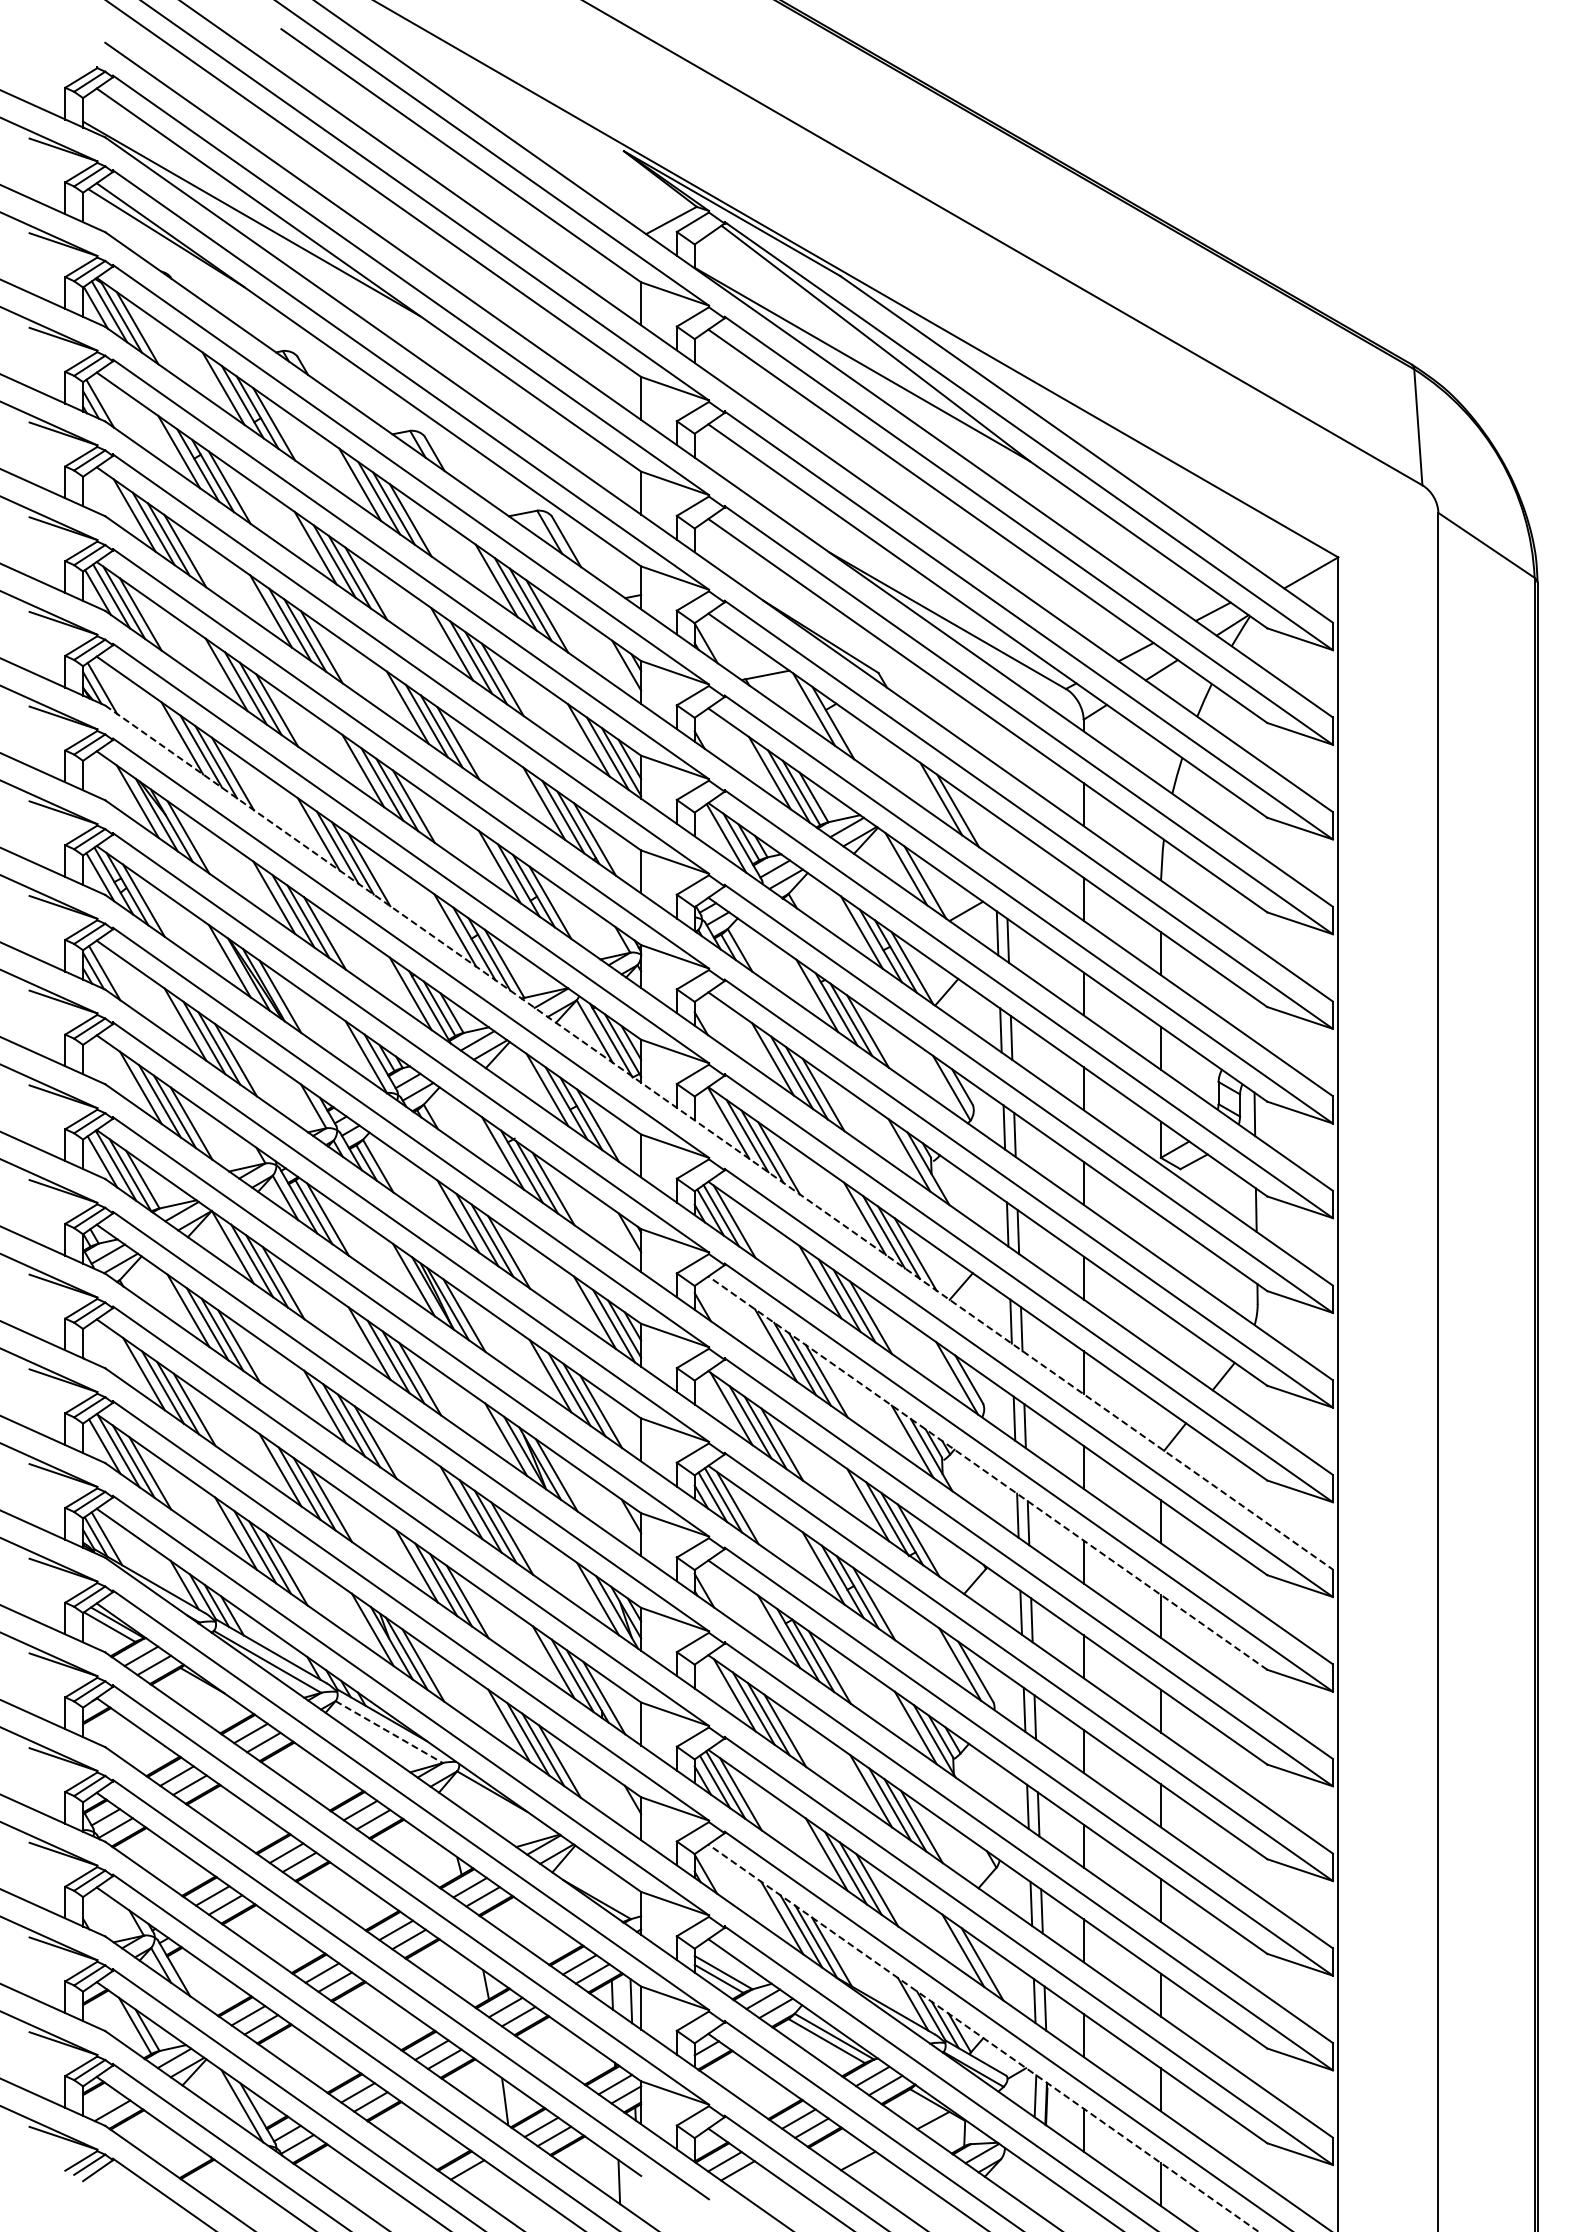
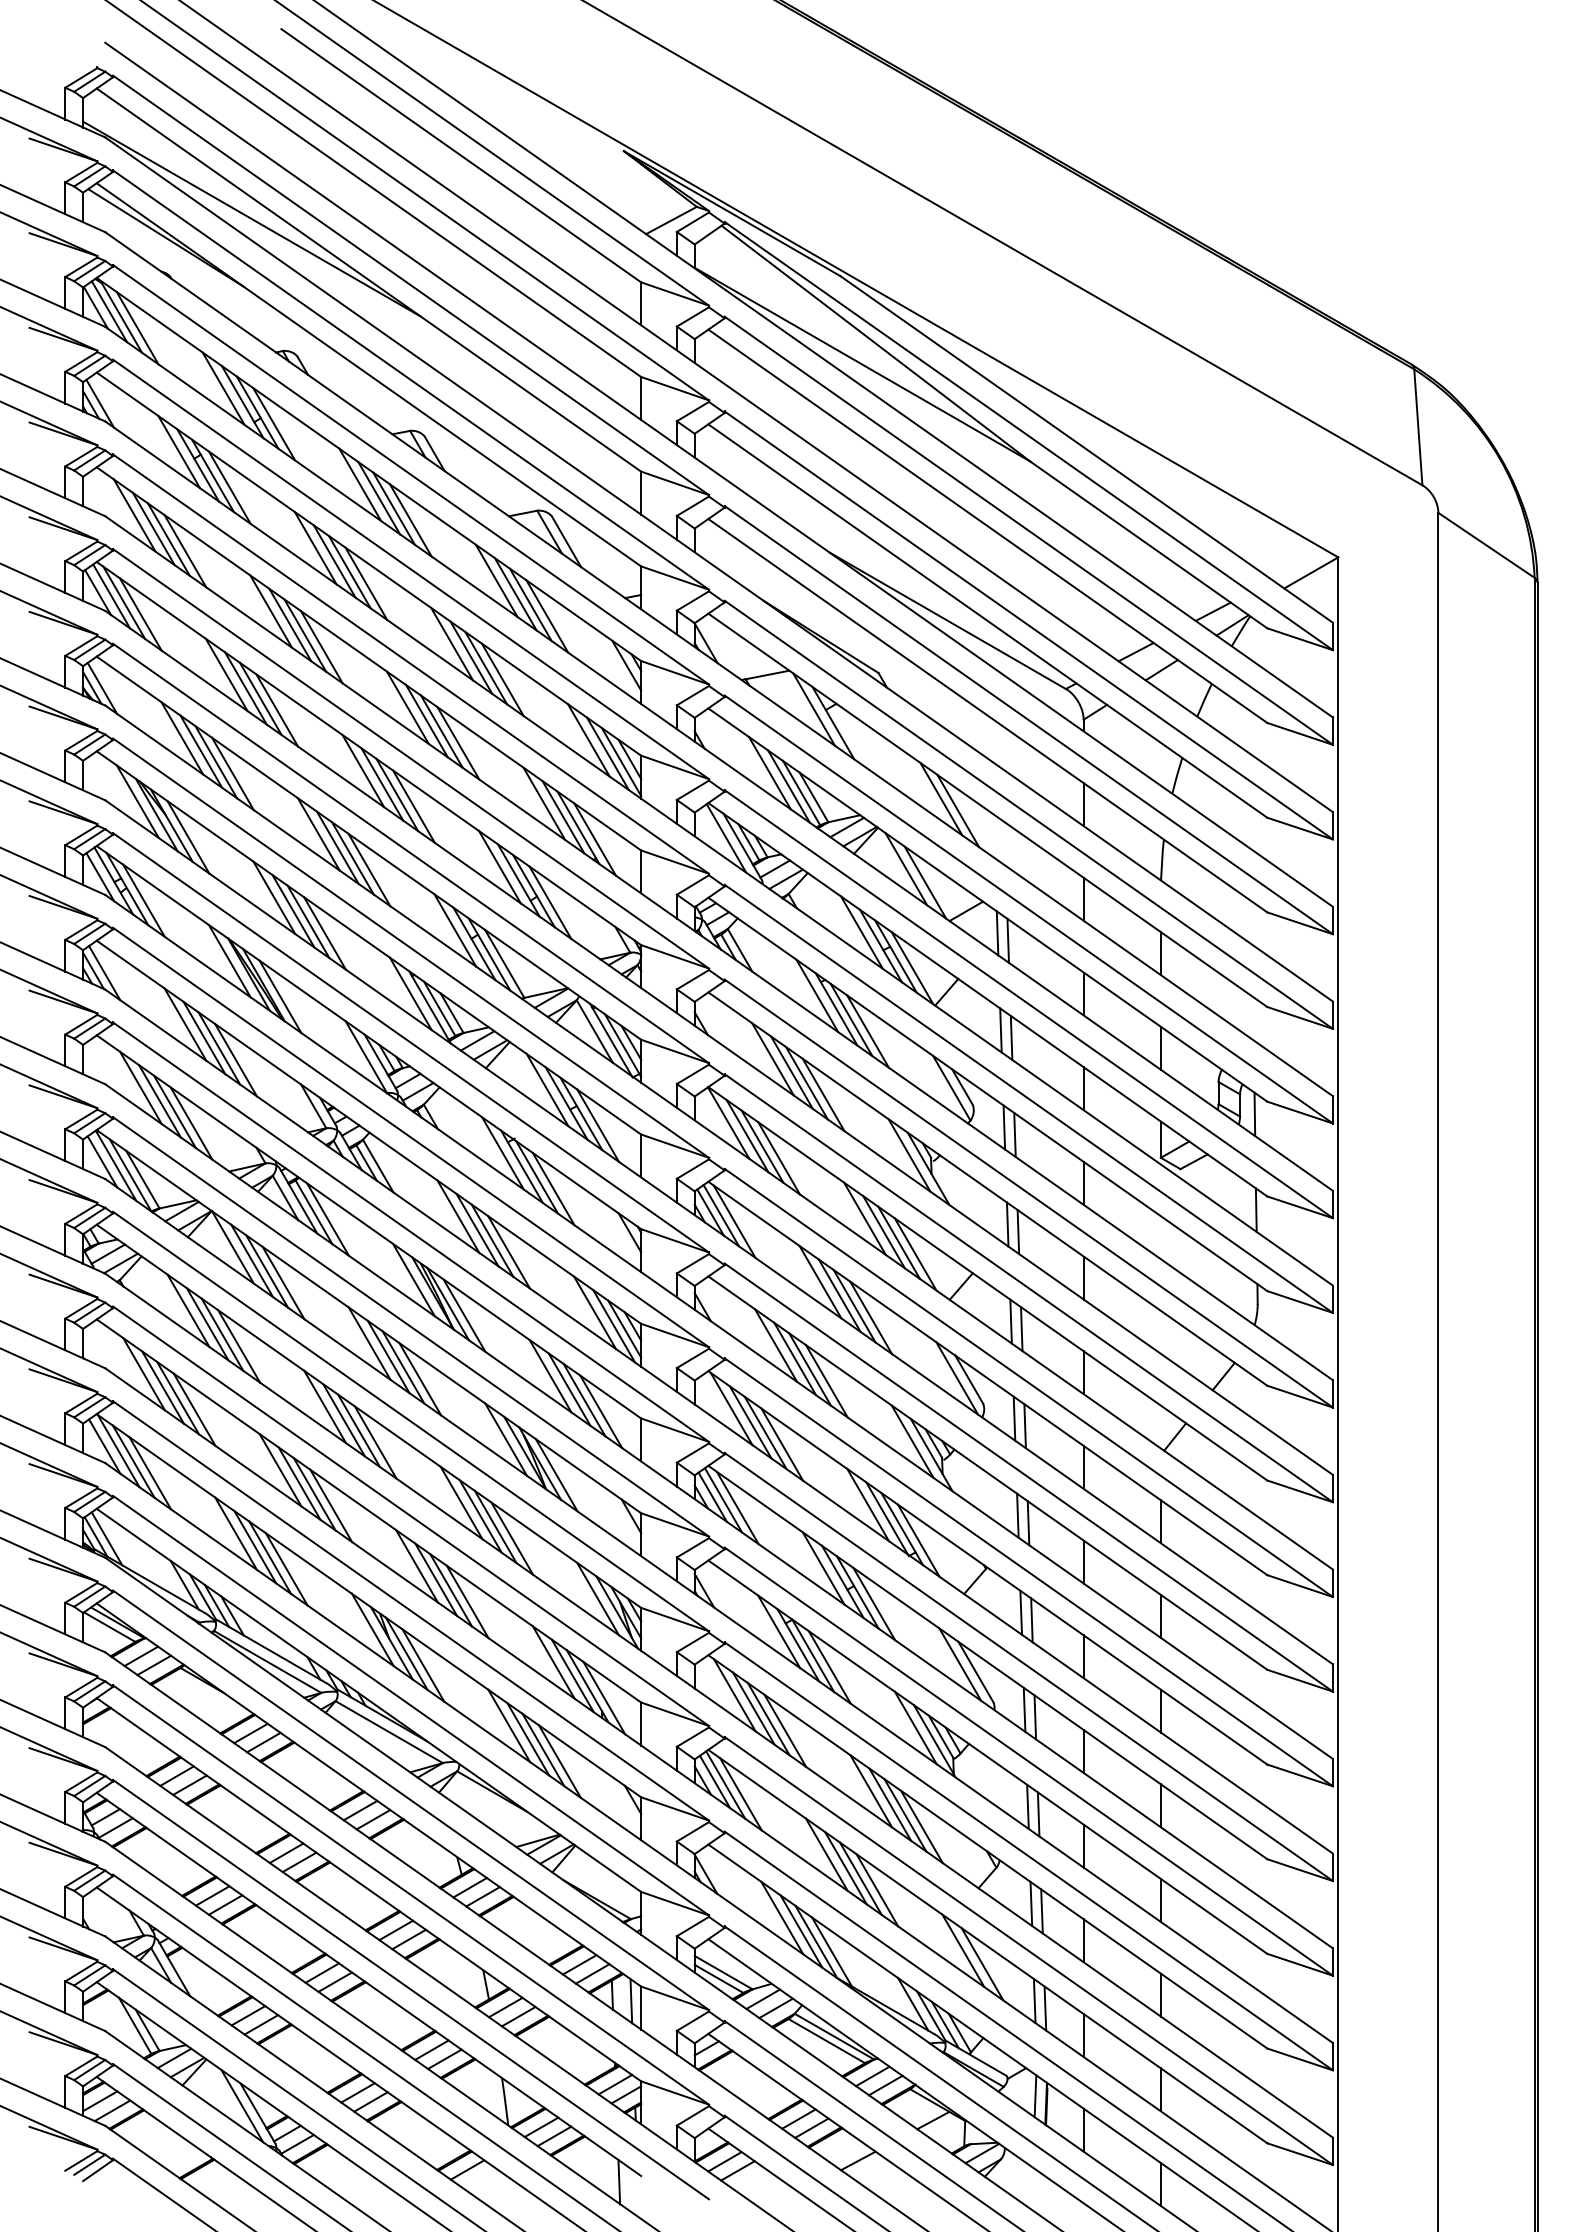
line at (719, 1137): dashed -> solid
line at (987, 1473): dashed -> solid
line at (389, 1732): dashed -> solid
line at (982, 2037): dashed -> solid
line at (100, 2101): none -> present
